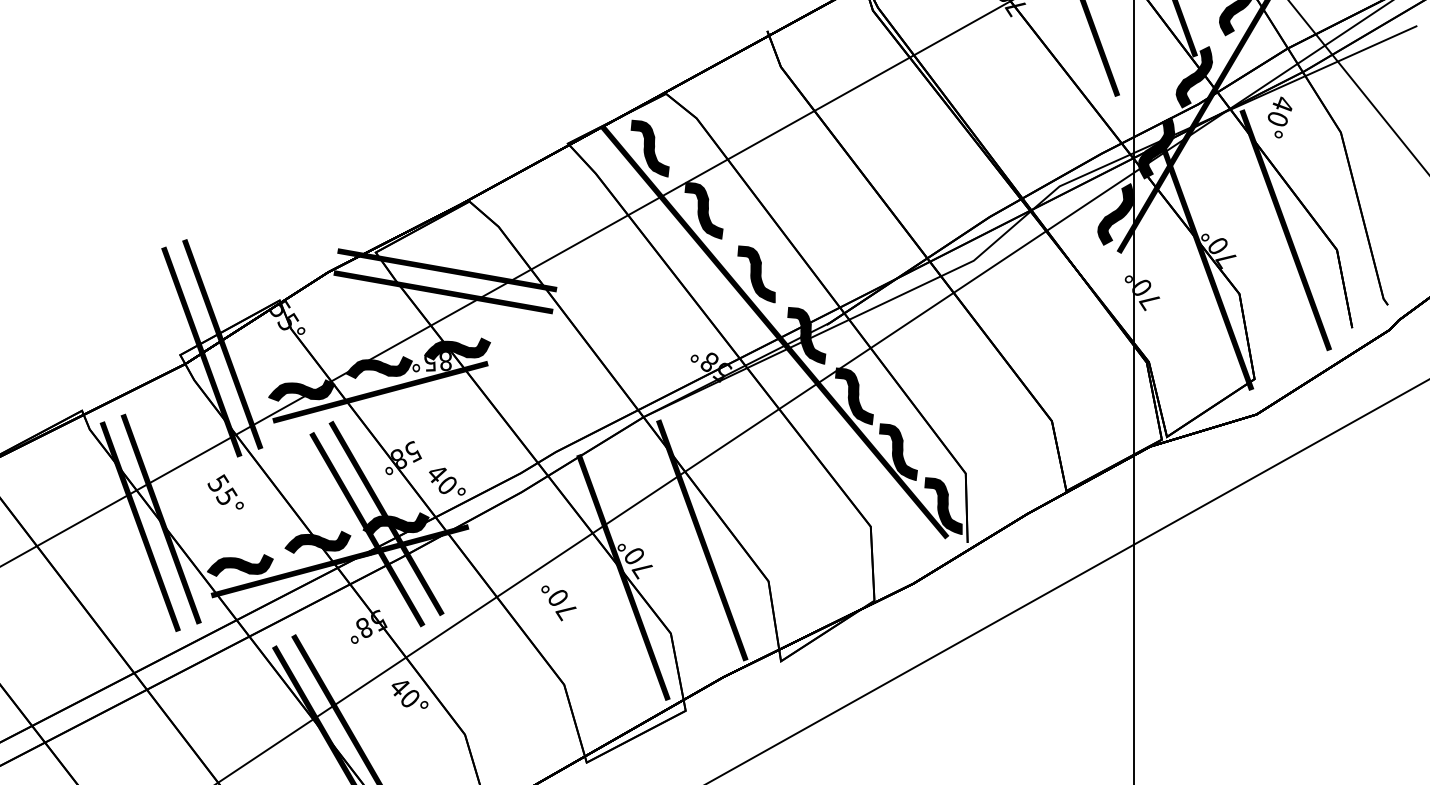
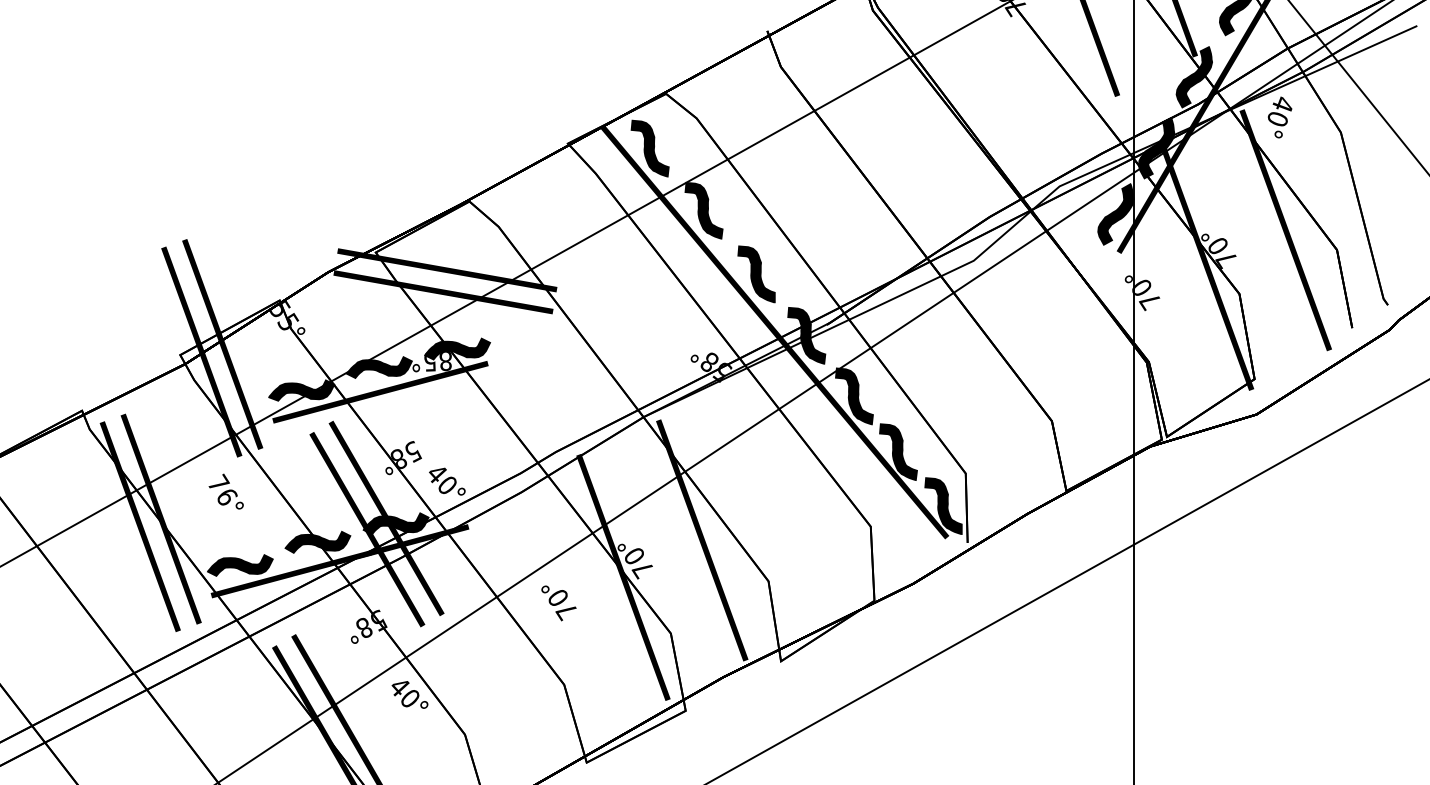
text at (222, 489): 55° -> 76°
